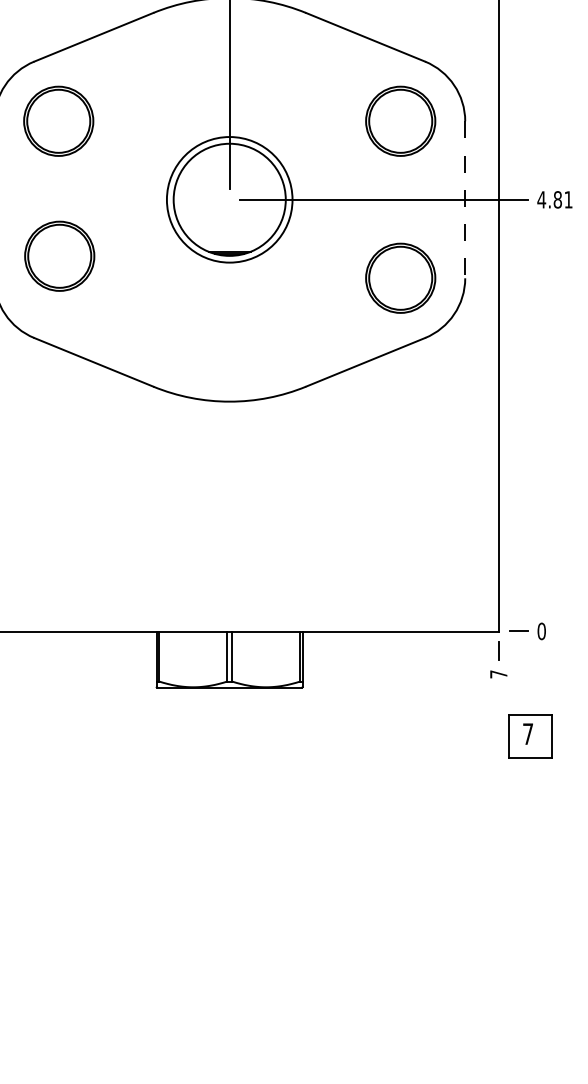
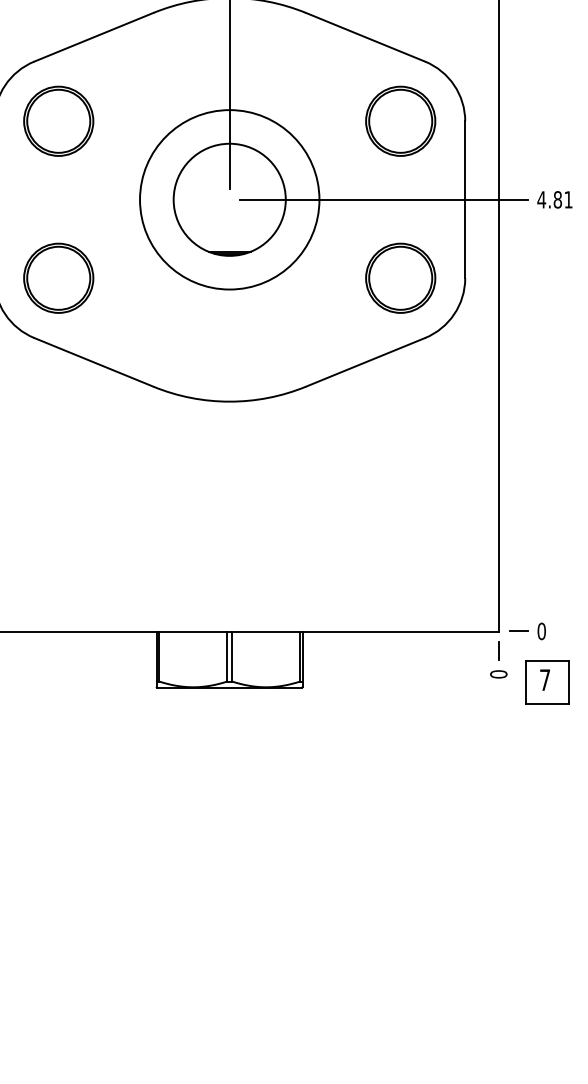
circle at (229, 199) diameter: 126 px -> 179 px
line at (465, 200): dashed -> solid
part at (59, 255) position: (59, 255) -> (58, 277)
text at (498, 674): 7 -> 0
part at (530, 736) position: (530, 736) -> (547, 682)
